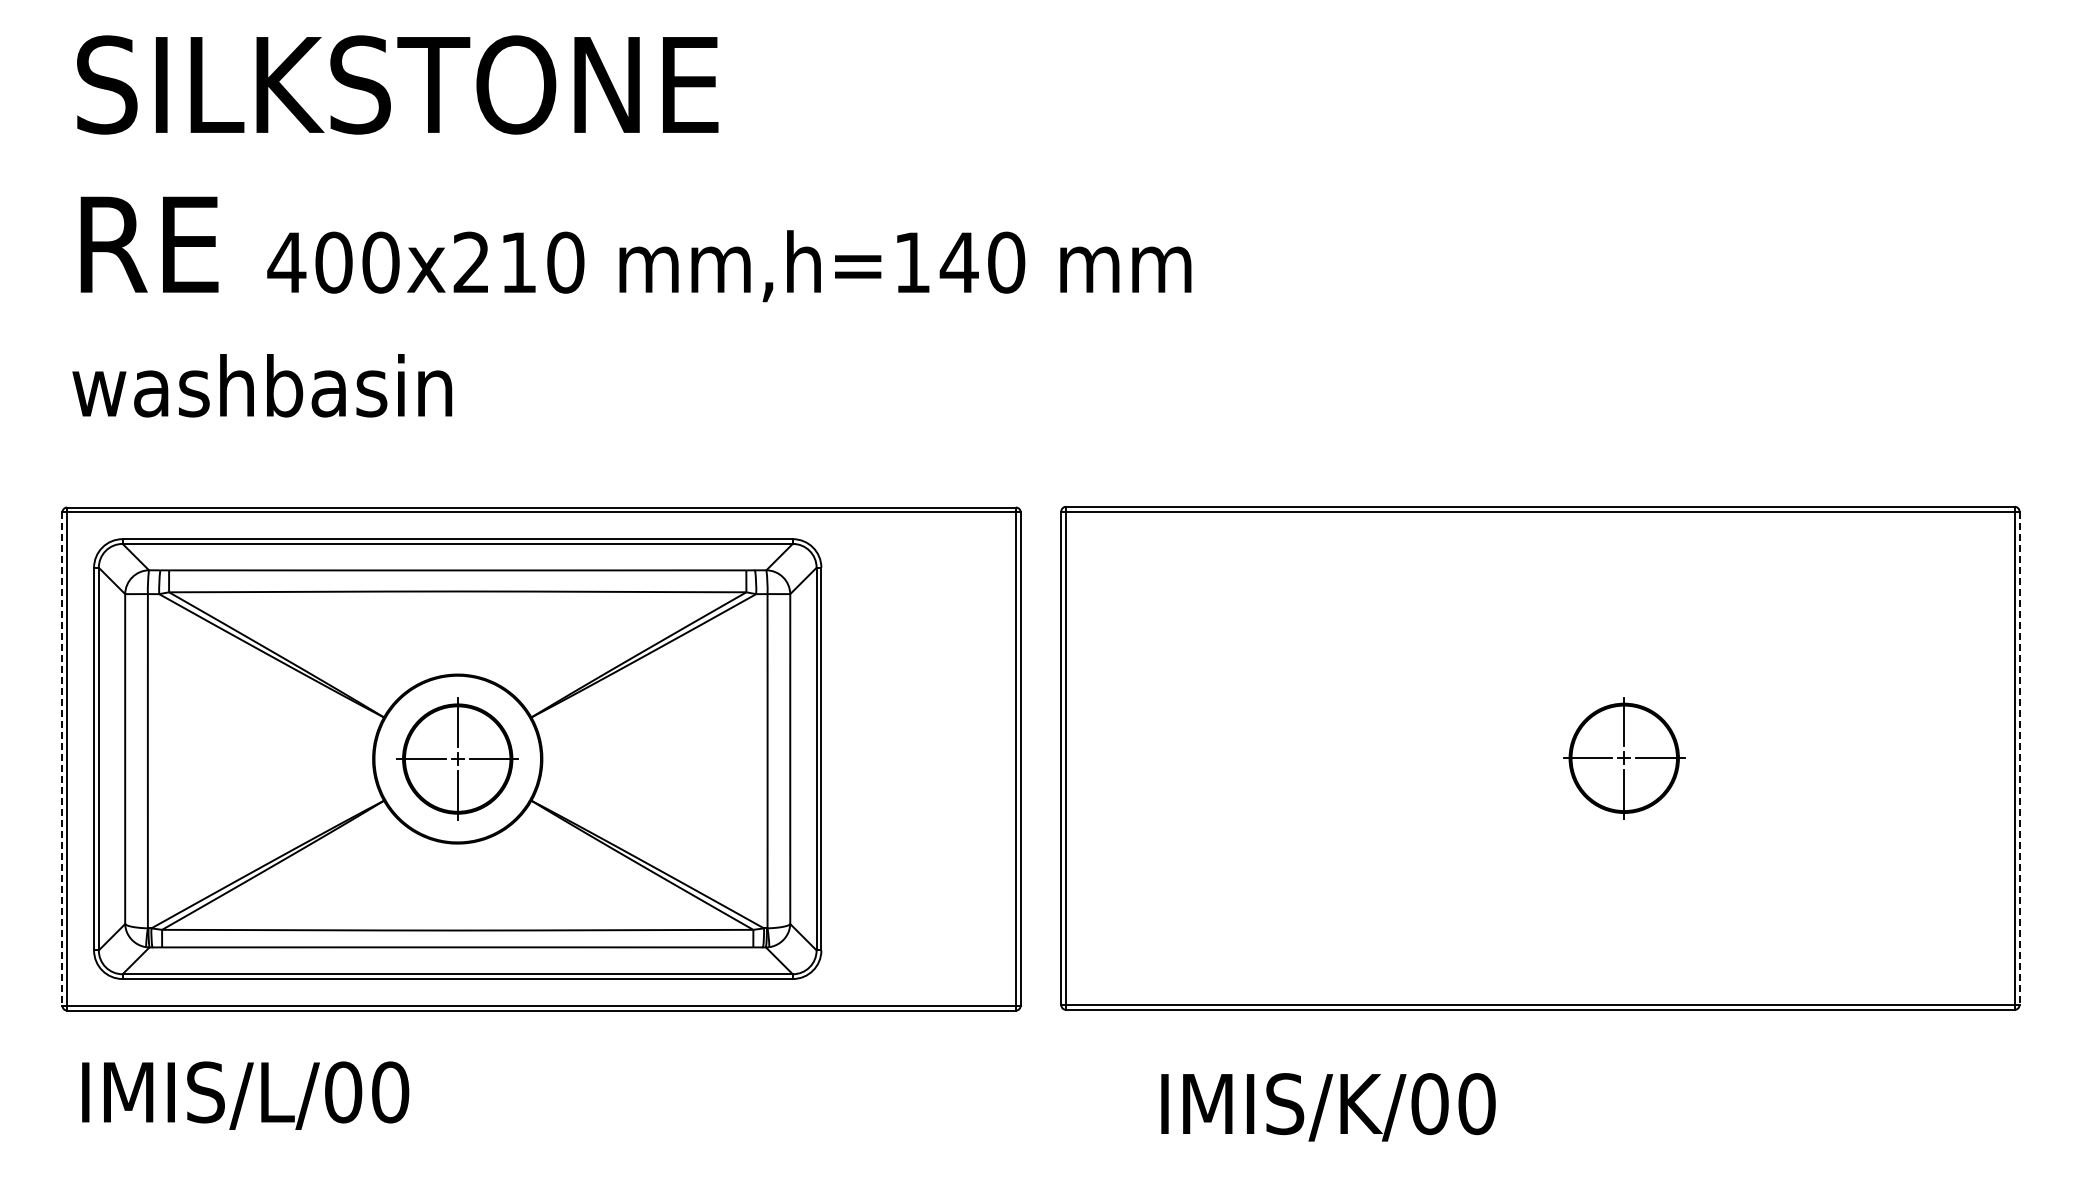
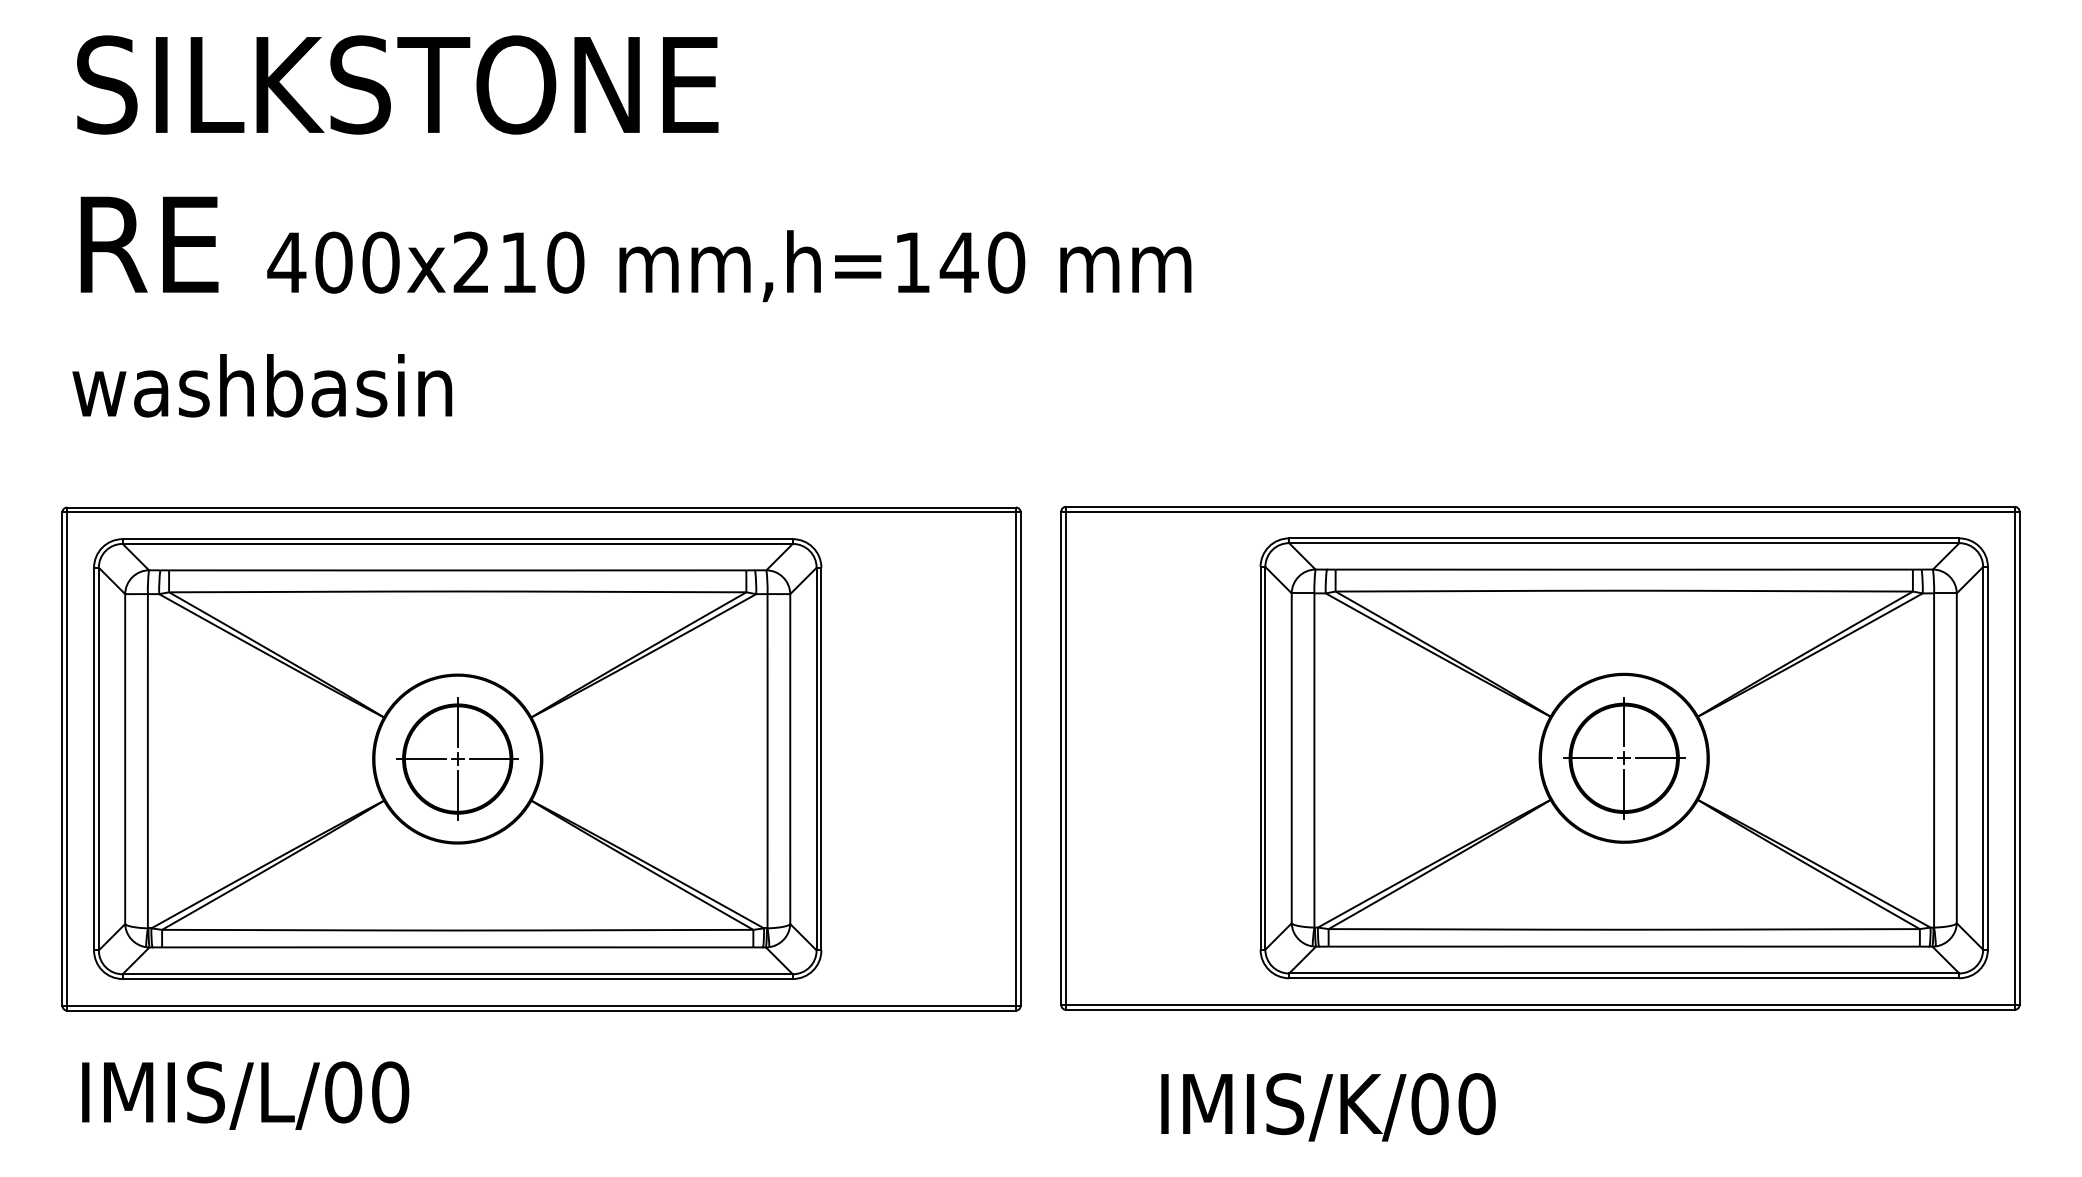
part at (1623, 758): none -> present
line at (2019, 758): dashed -> solid
line at (62, 759): dashed -> solid
